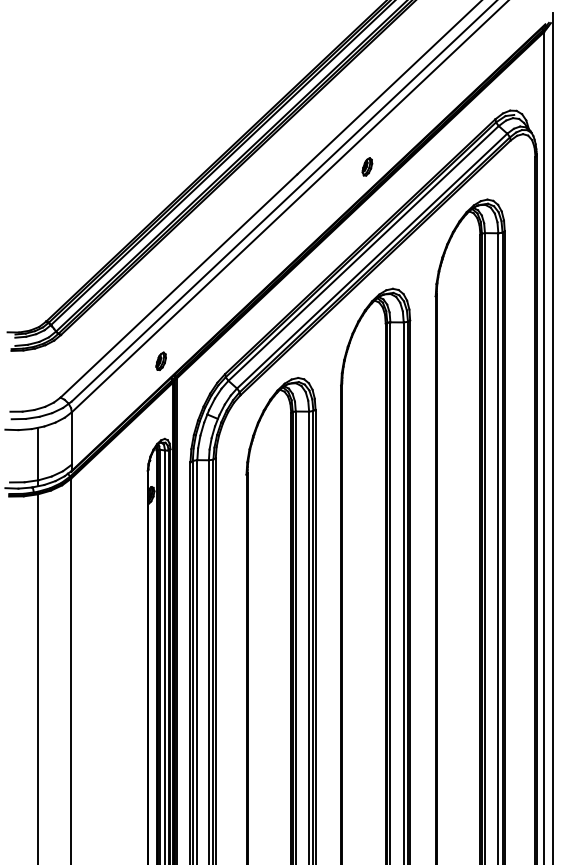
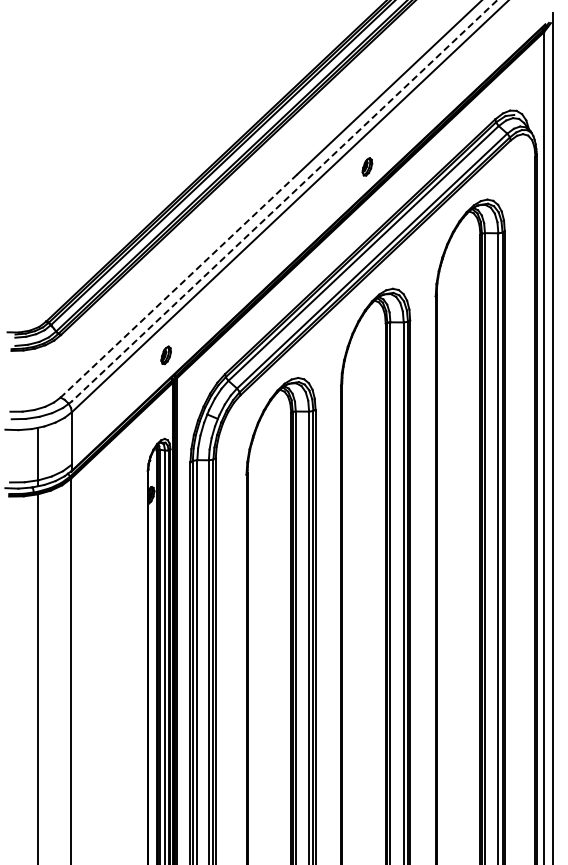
line at (284, 201): solid -> dashed
line at (178, 286): solid -> dashed
part at (160, 360) position: (160, 360) -> (165, 354)
